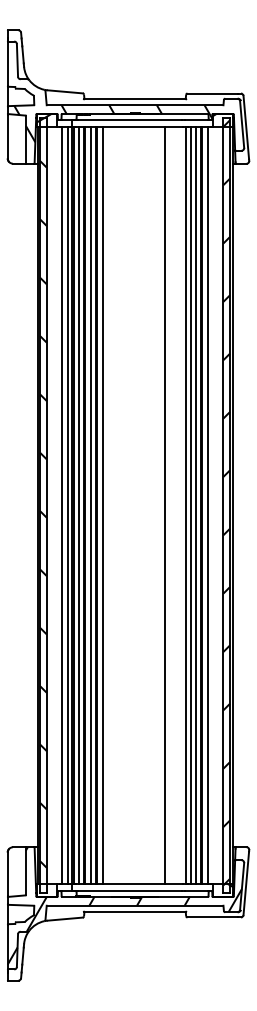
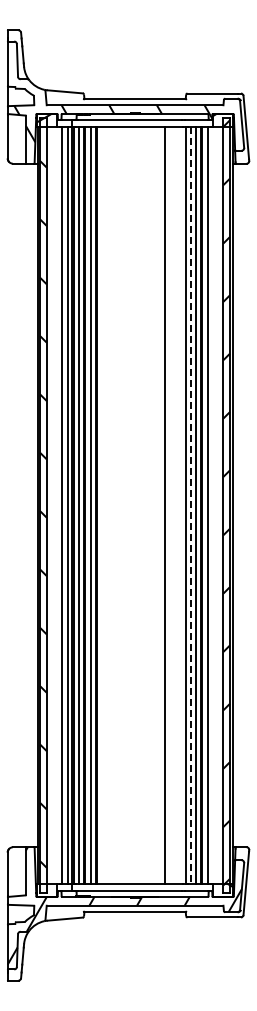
line at (102, 505): present -> none
line at (190, 505): solid -> dashed
